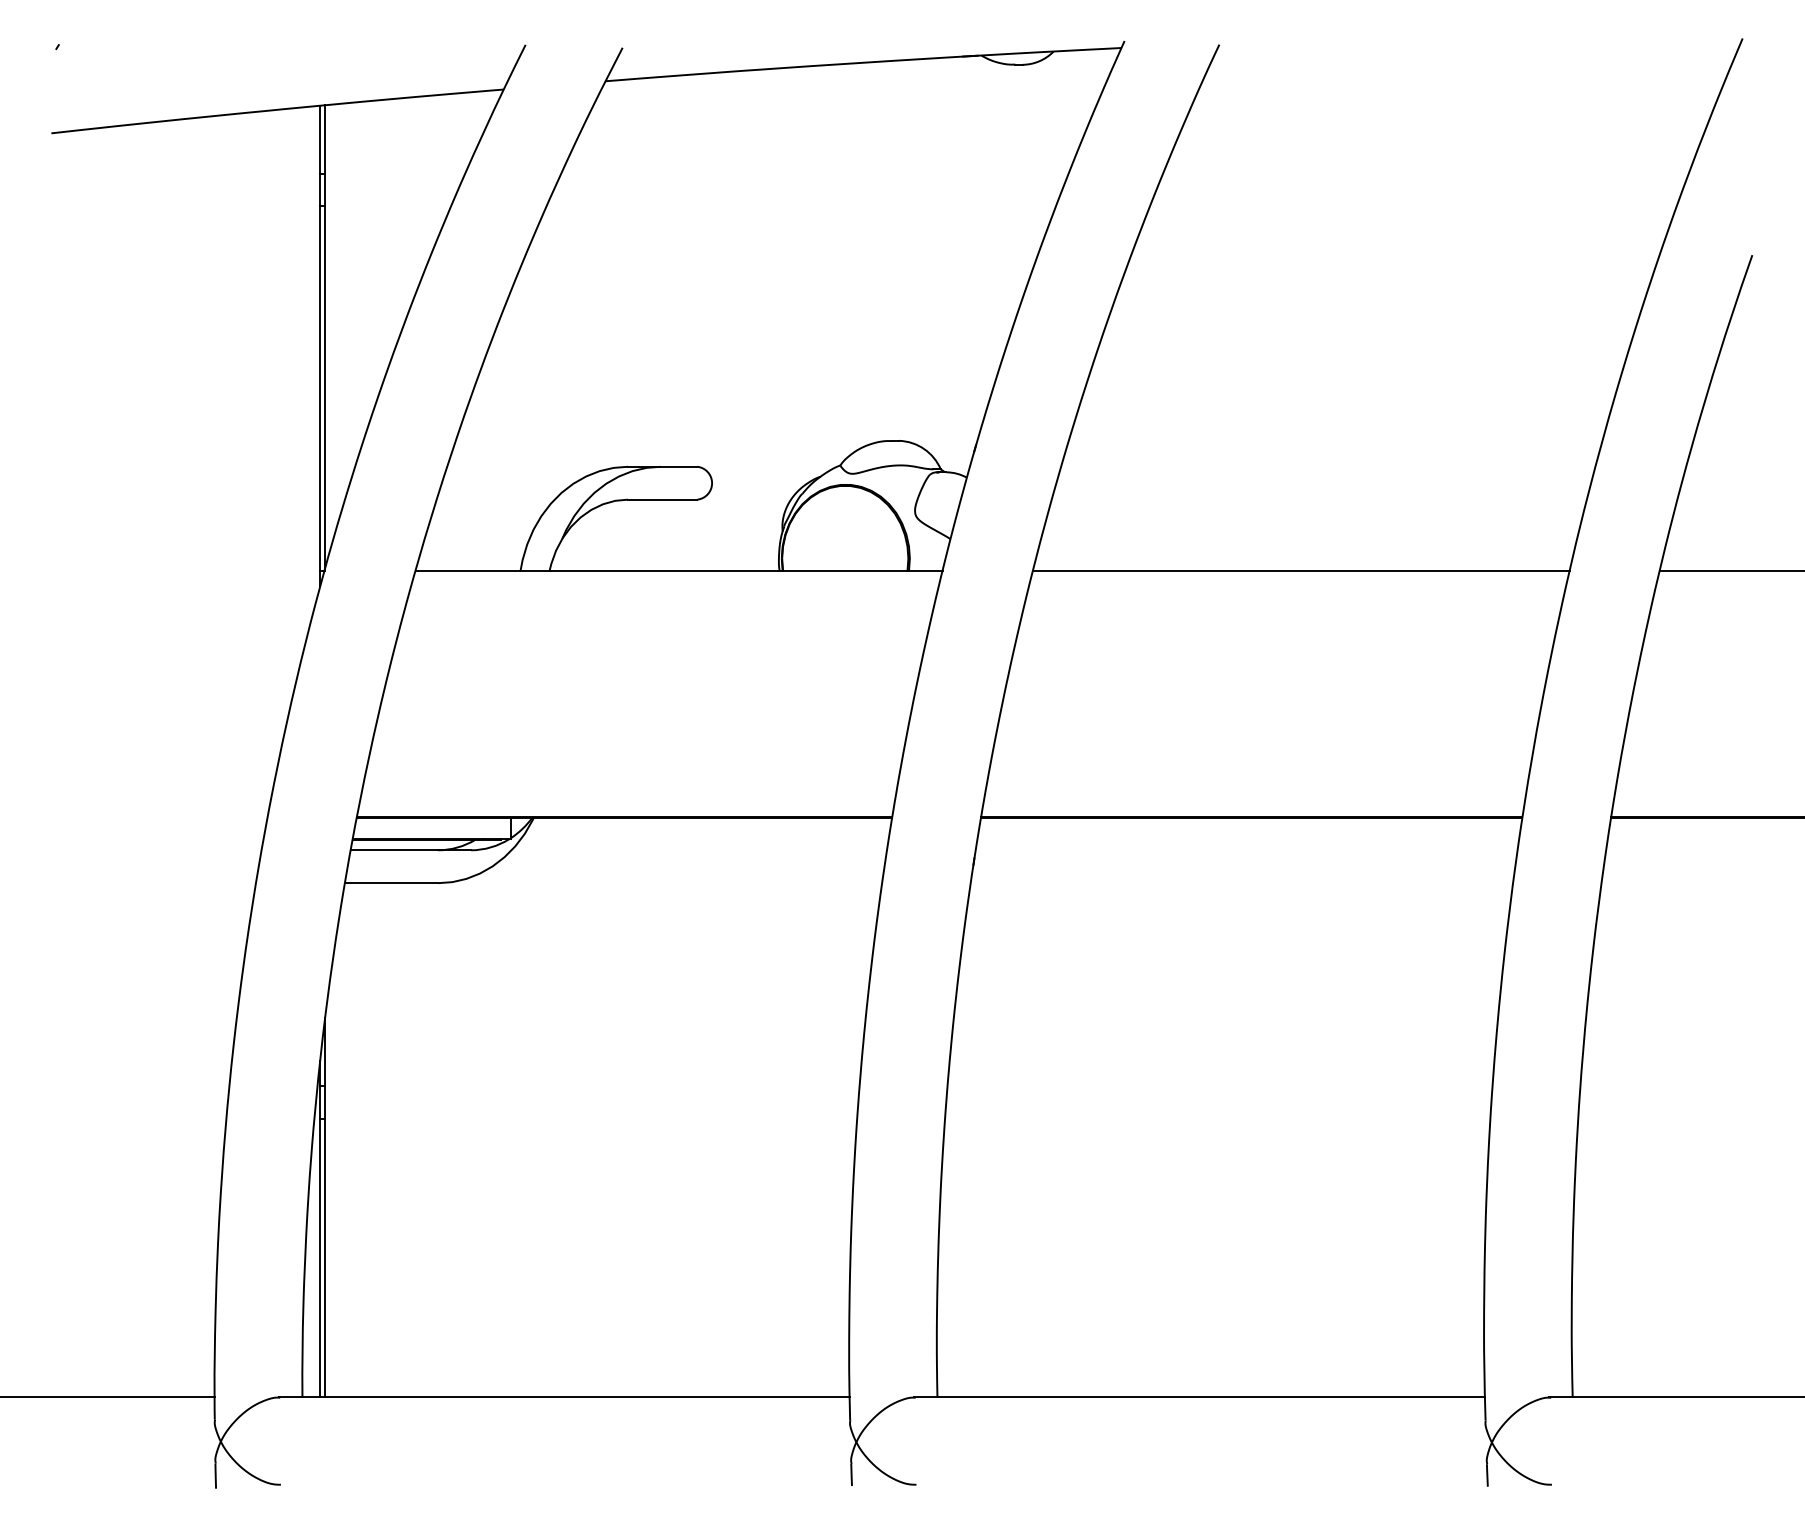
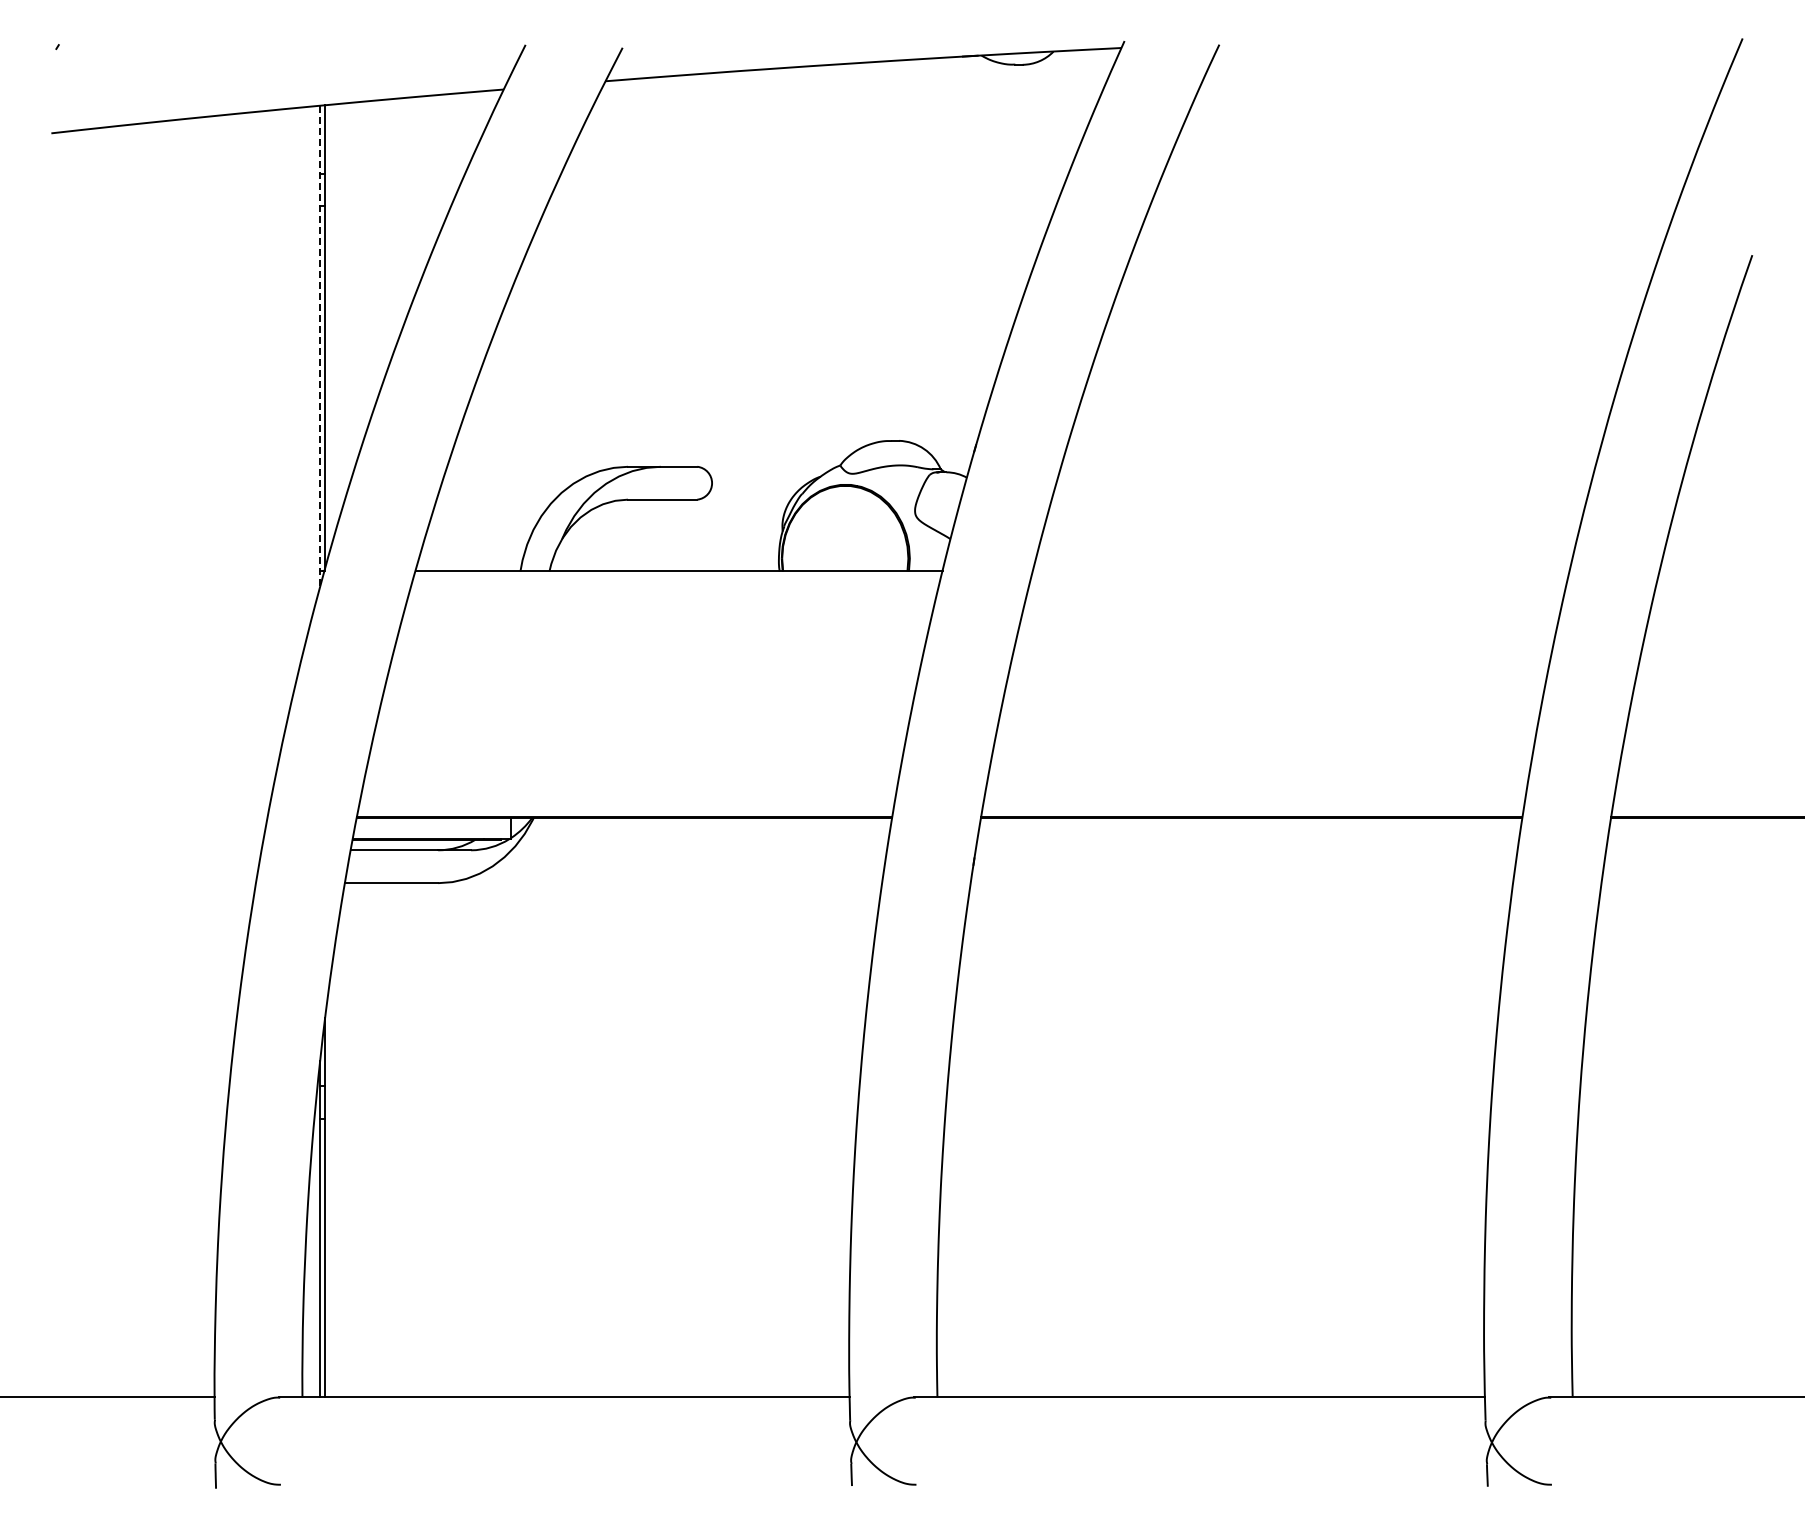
line at (320, 345): solid -> dashed
line at (1301, 570): present -> none
line at (1730, 570): present -> none
